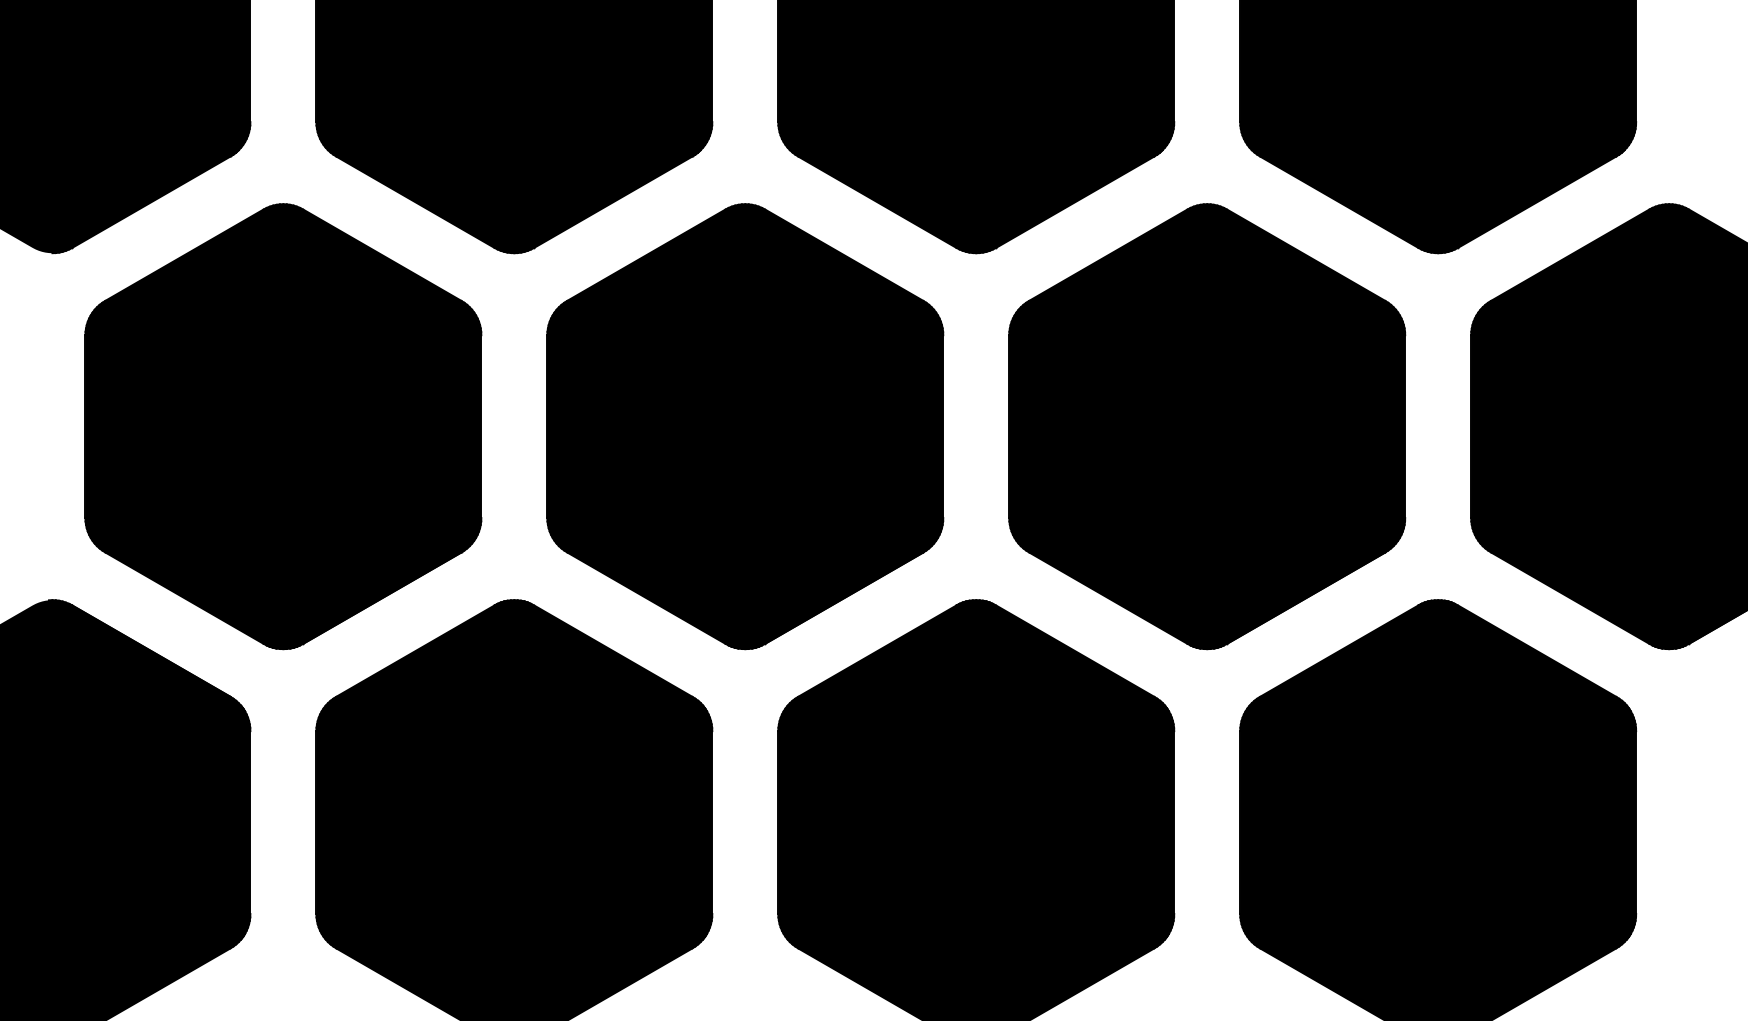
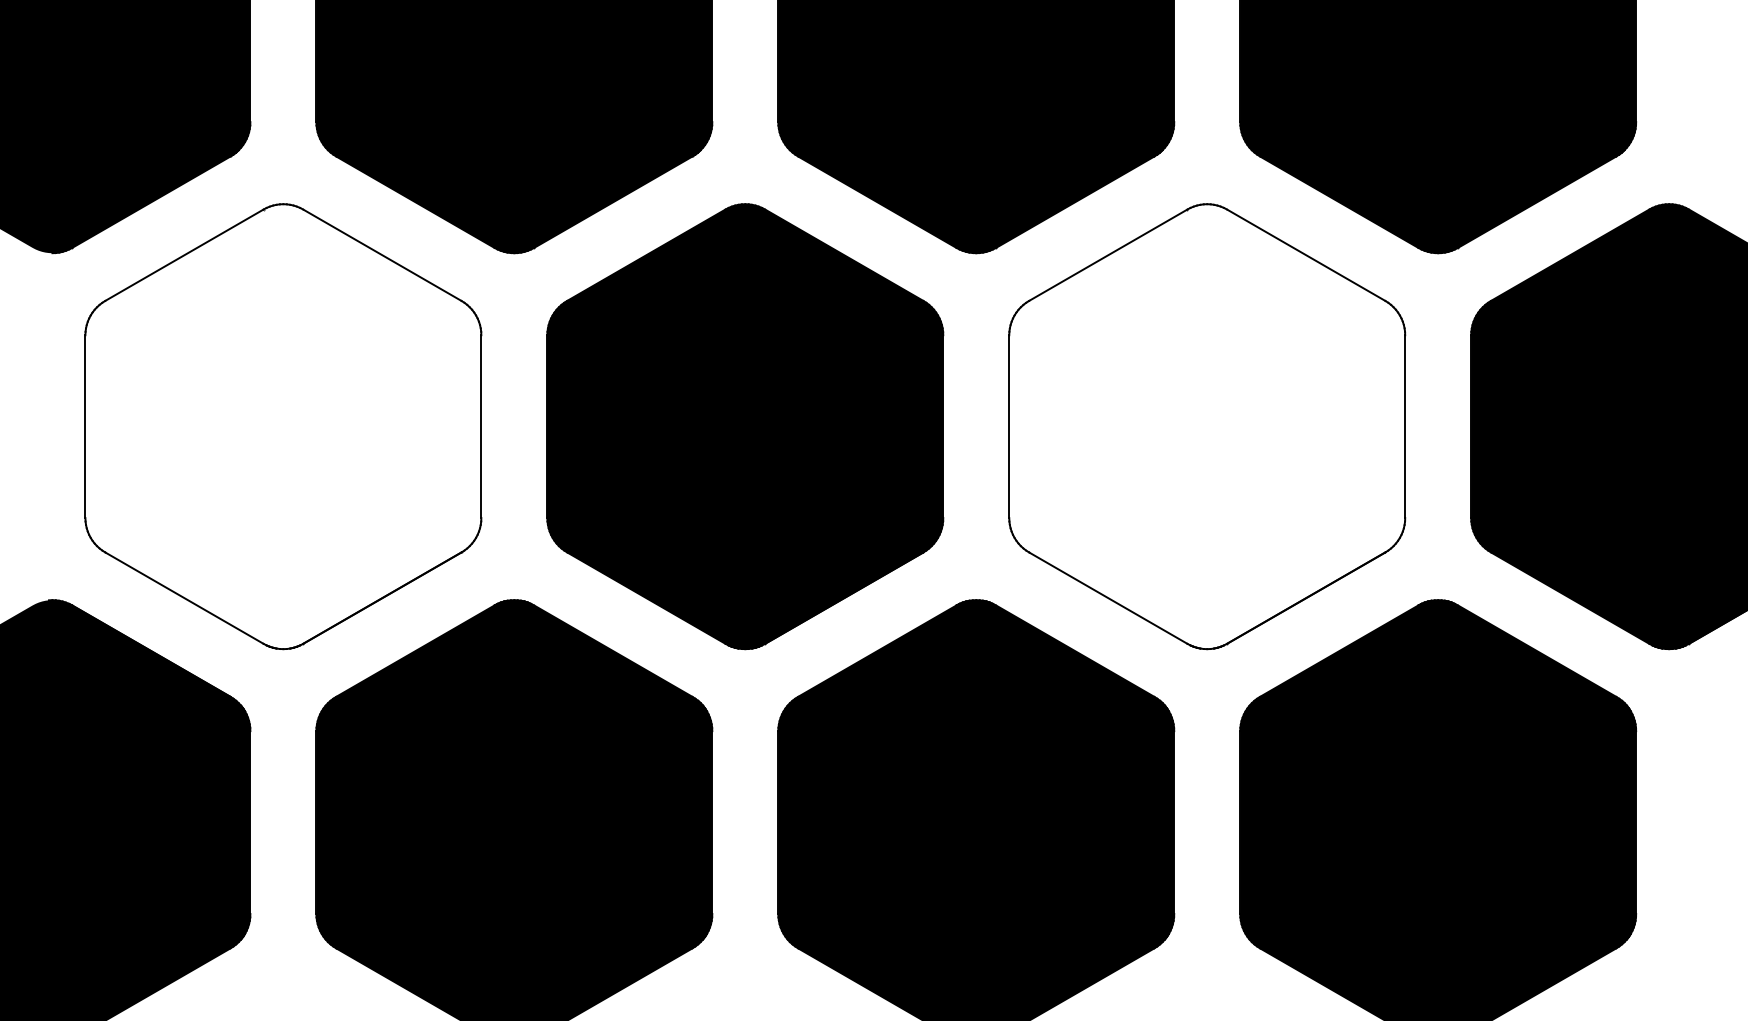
fill at (283, 426): present -> none
fill at (1207, 426): present -> none
